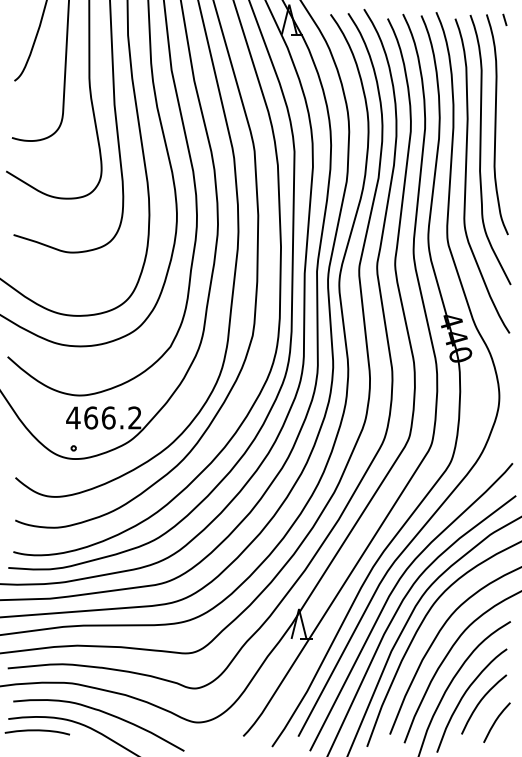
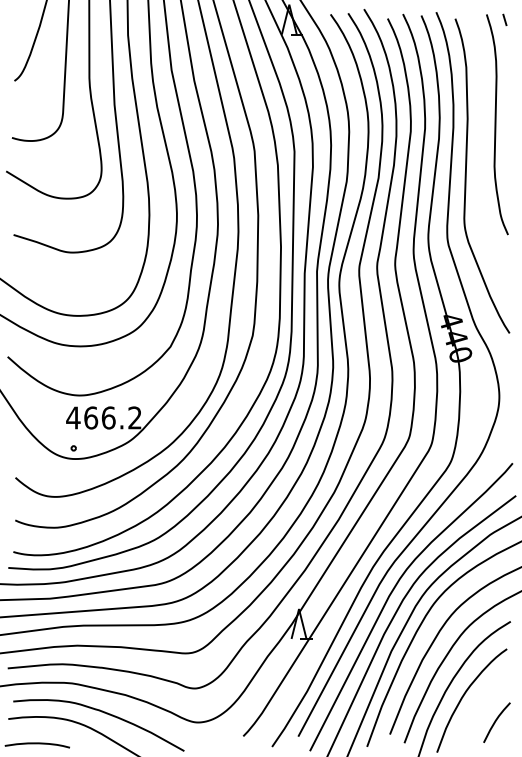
curve at (481, 150): present -> none
curve at (481, 701): present -> none
curve at (36, 731) position: (36, 731) -> (36, 744)
